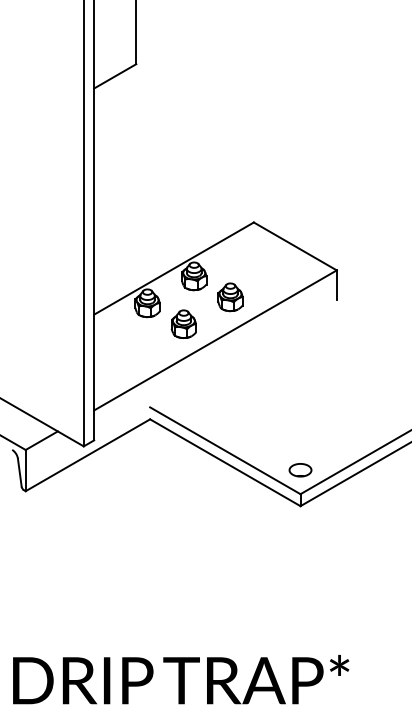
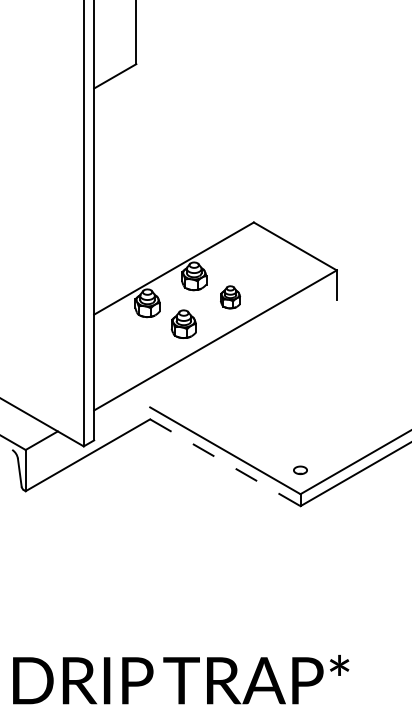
part at (230, 297) size: 27x31 px -> 22x25 px
line at (225, 462): solid -> dashed
part at (300, 470) size: 25x15 px -> 15x10 px
